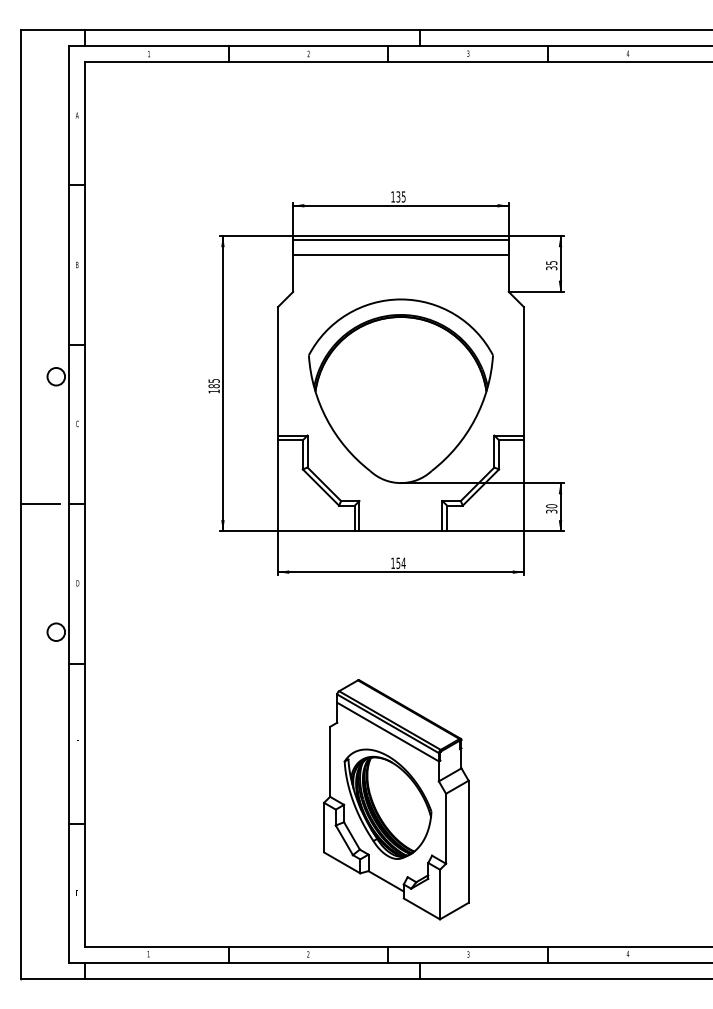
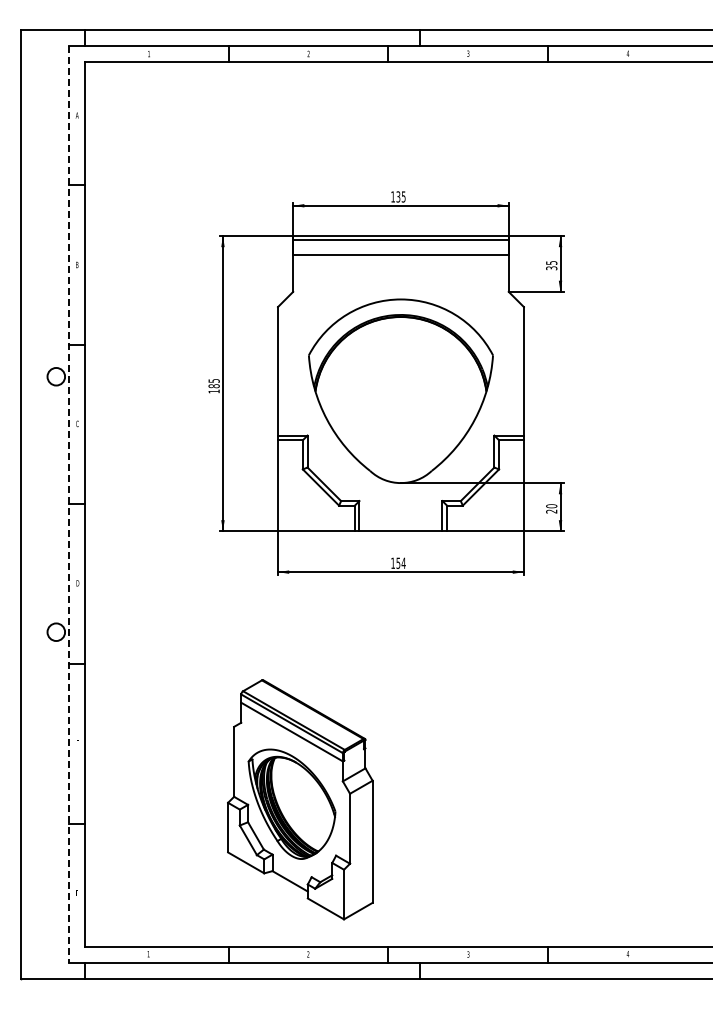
line at (40, 504): present -> none
line at (69, 504): solid -> dashed
text at (551, 511): 30 -> 20
part at (396, 799) position: (396, 799) -> (300, 799)
